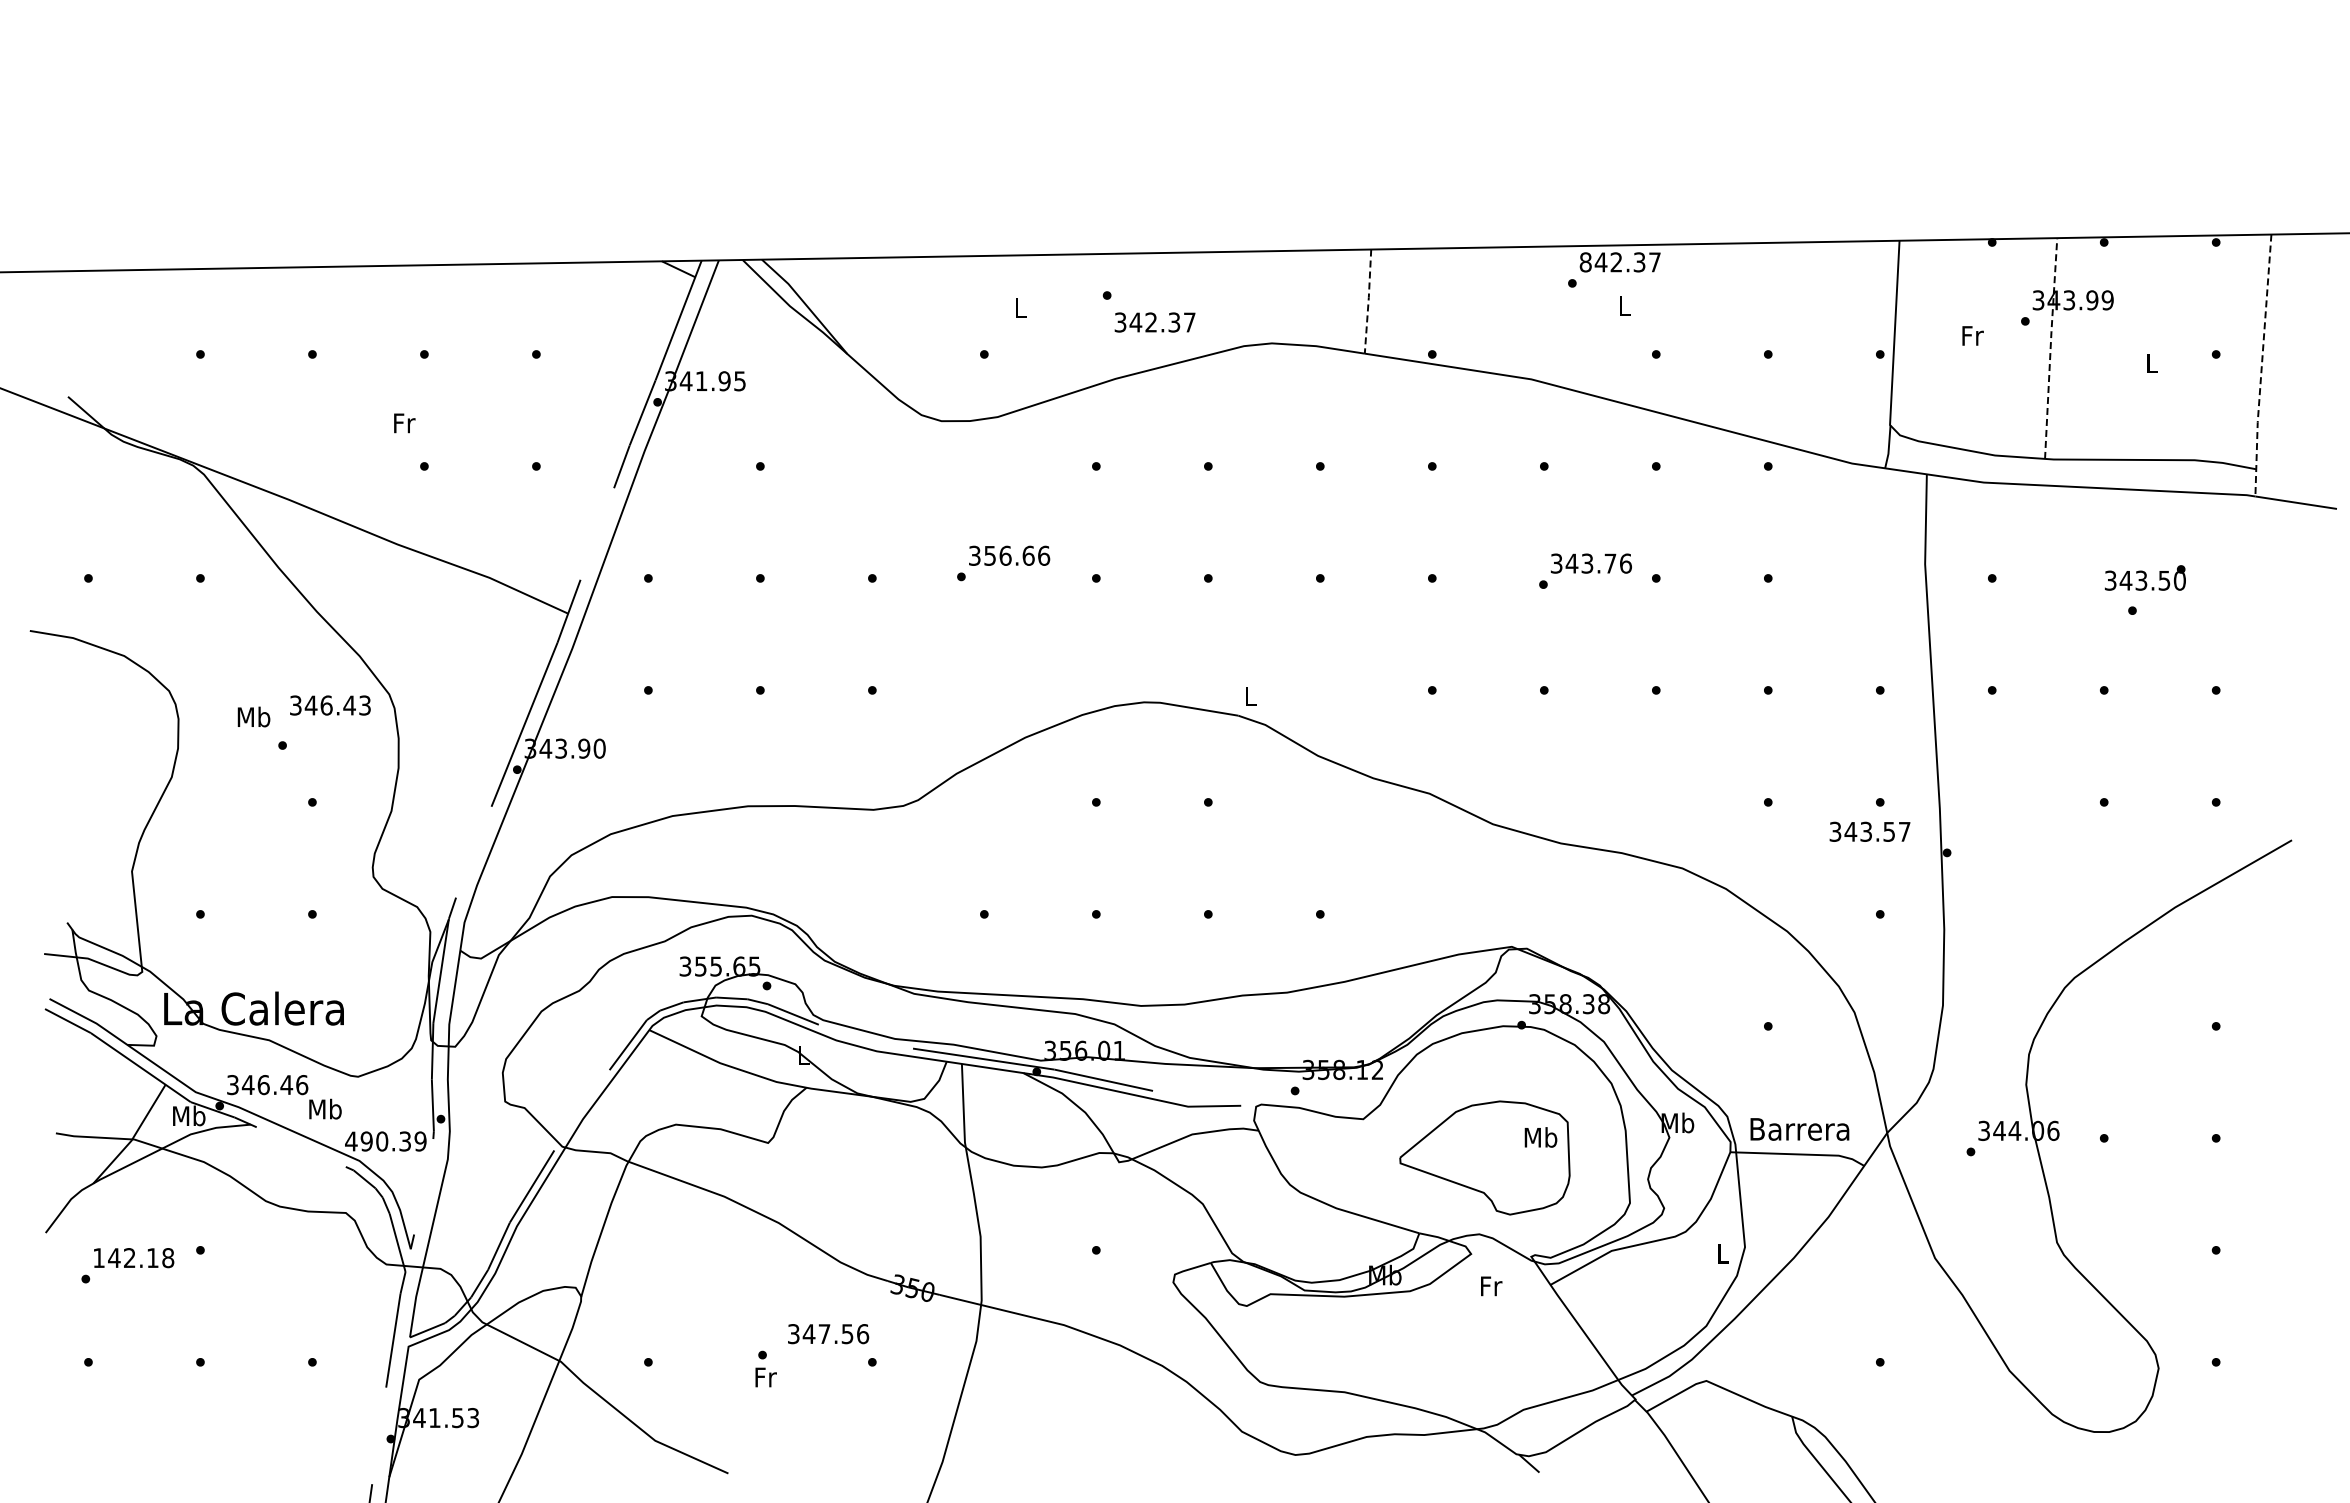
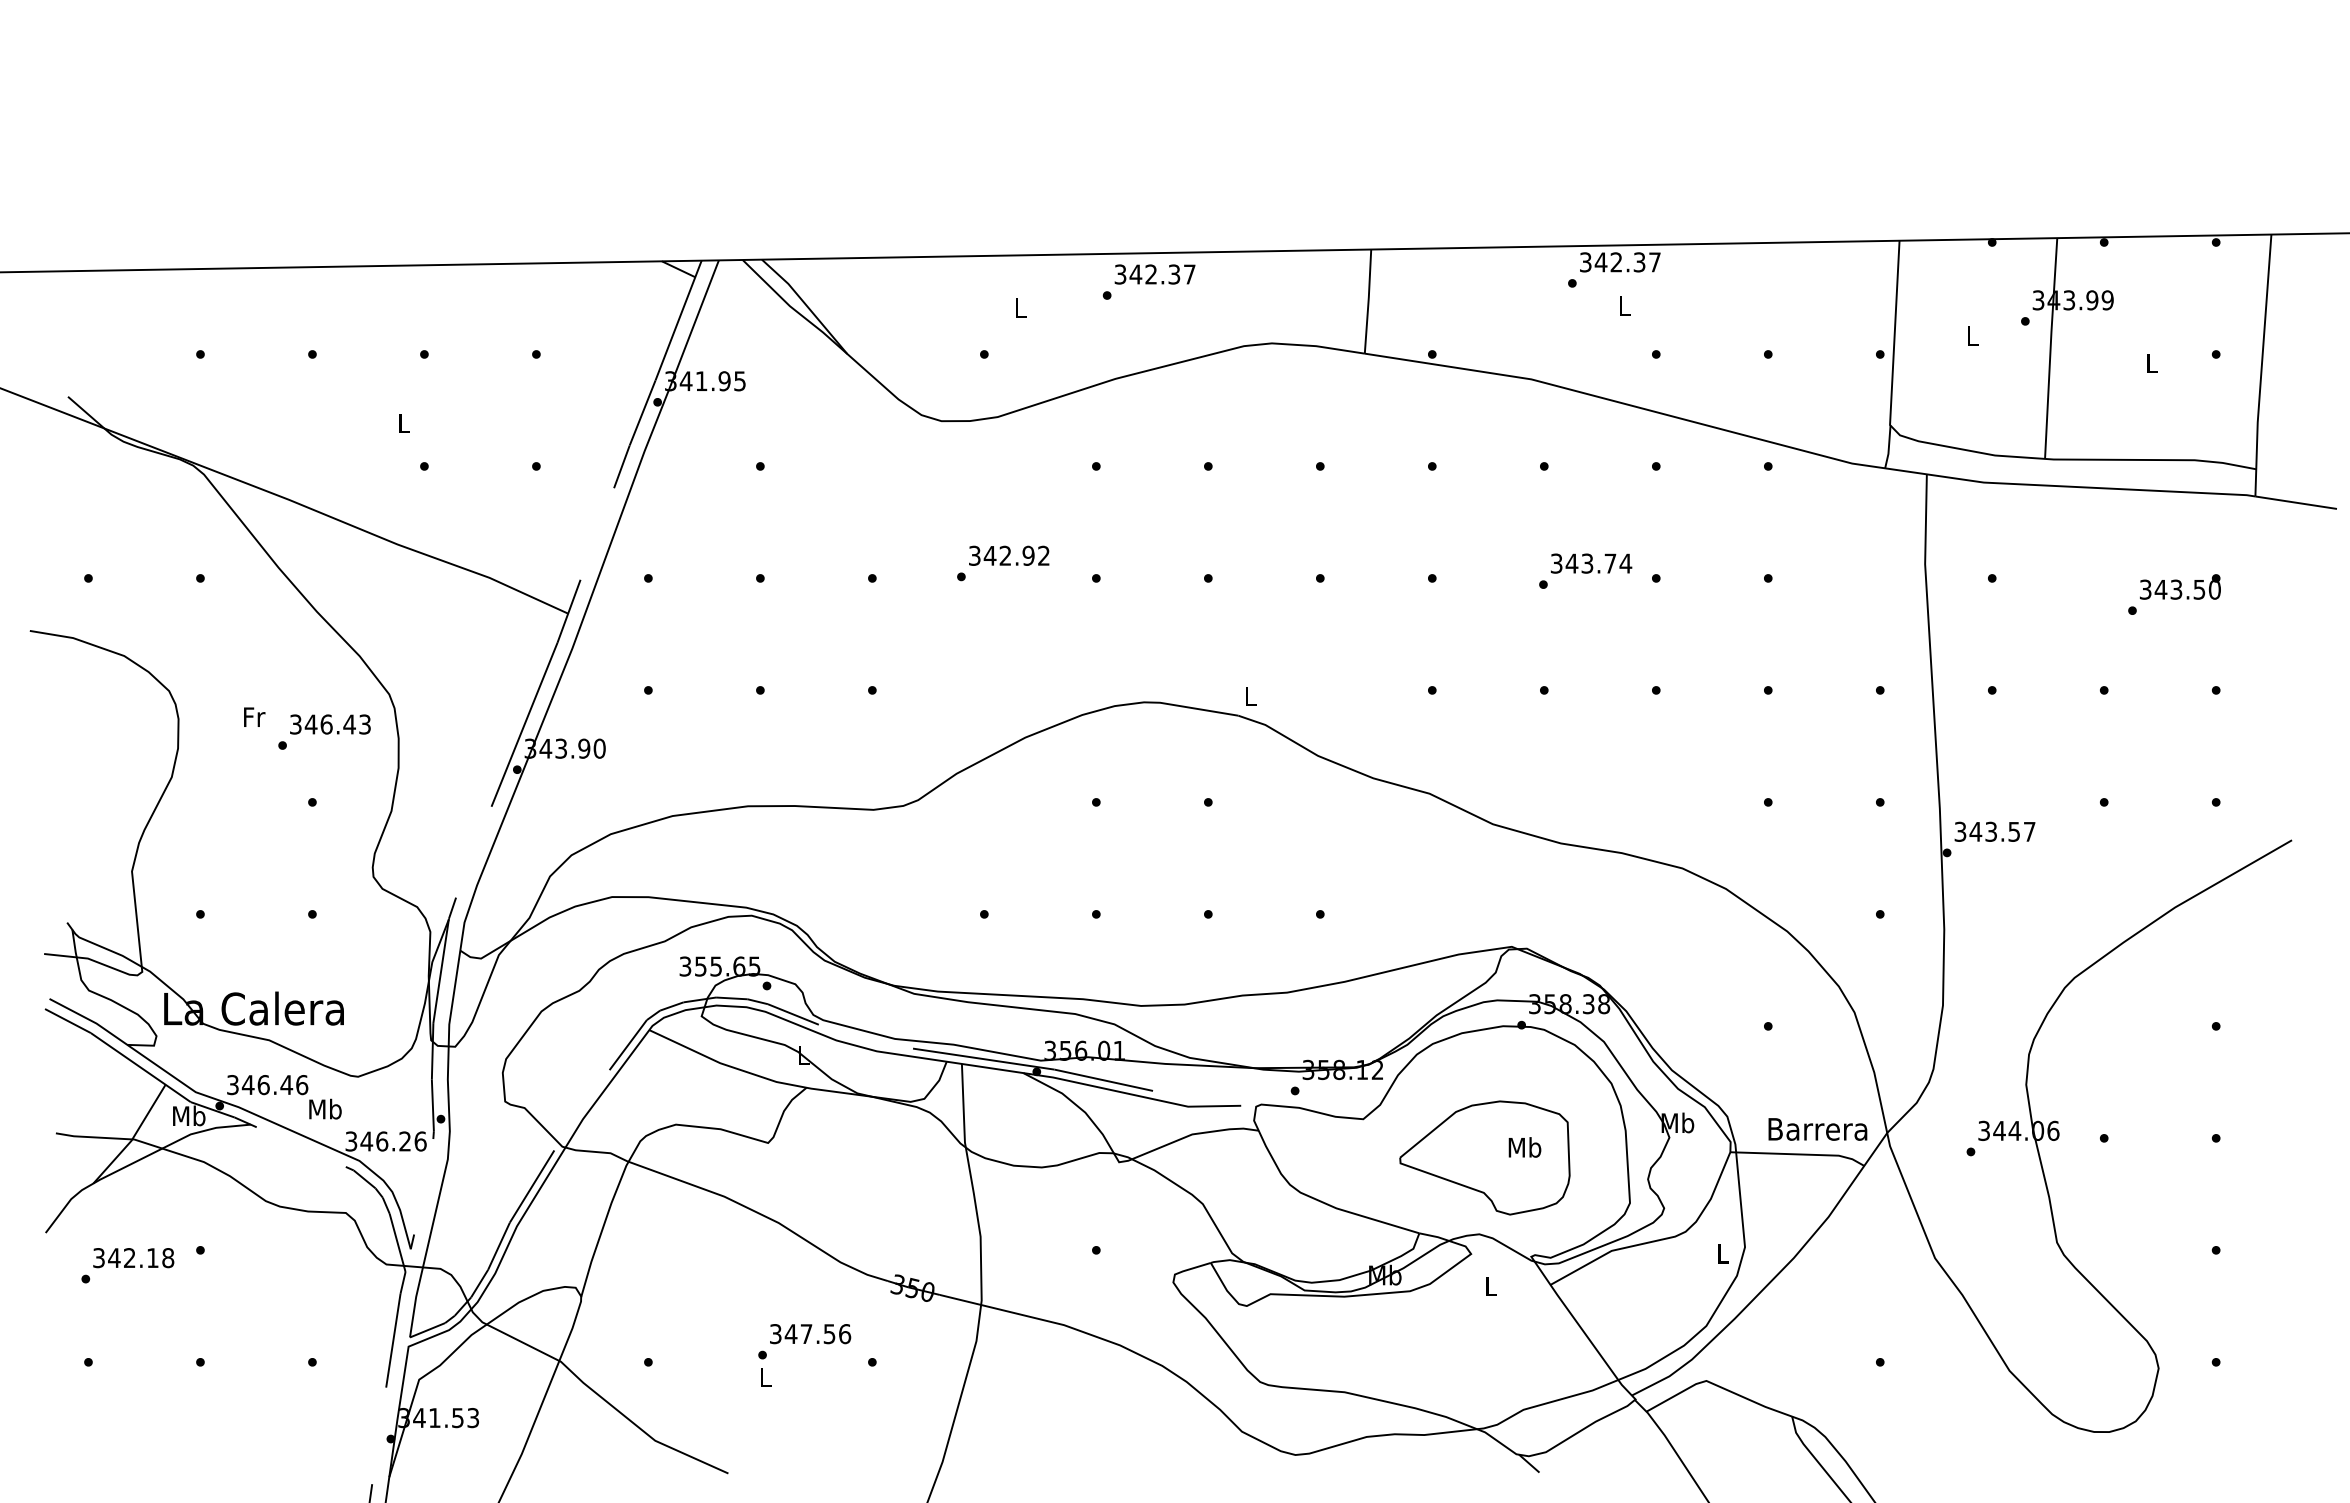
text at (1585, 262): 842.37 -> 342.37
line at (1368, 301): dashed -> solid
text at (1154, 322) position: (1154, 322) -> (1154, 274)
text at (1972, 335): Fr -> L
line at (2050, 347): dashed -> solid
line at (2261, 366): dashed -> solid
text at (404, 423): Fr -> L
text at (1016, 555): 356.66 -> 342.92
text at (1625, 563): 343.76 -> 343.74
text at (2145, 577) position: (2145, 577) -> (2180, 586)
text at (330, 705) position: (330, 705) -> (330, 724)
text at (253, 716): Mb -> Fr
text at (1869, 831) position: (1869, 831) -> (1994, 831)
text at (1799, 1129) position: (1799, 1129) -> (1817, 1129)
text at (1540, 1137) position: (1540, 1137) -> (1524, 1147)
text at (385, 1141): 490.39 -> 346.26
text at (98, 1258): 142.18 -> 342.18
text at (1491, 1286): Fr -> L
text at (828, 1334) position: (828, 1334) -> (810, 1334)
text at (765, 1377): Fr -> L
